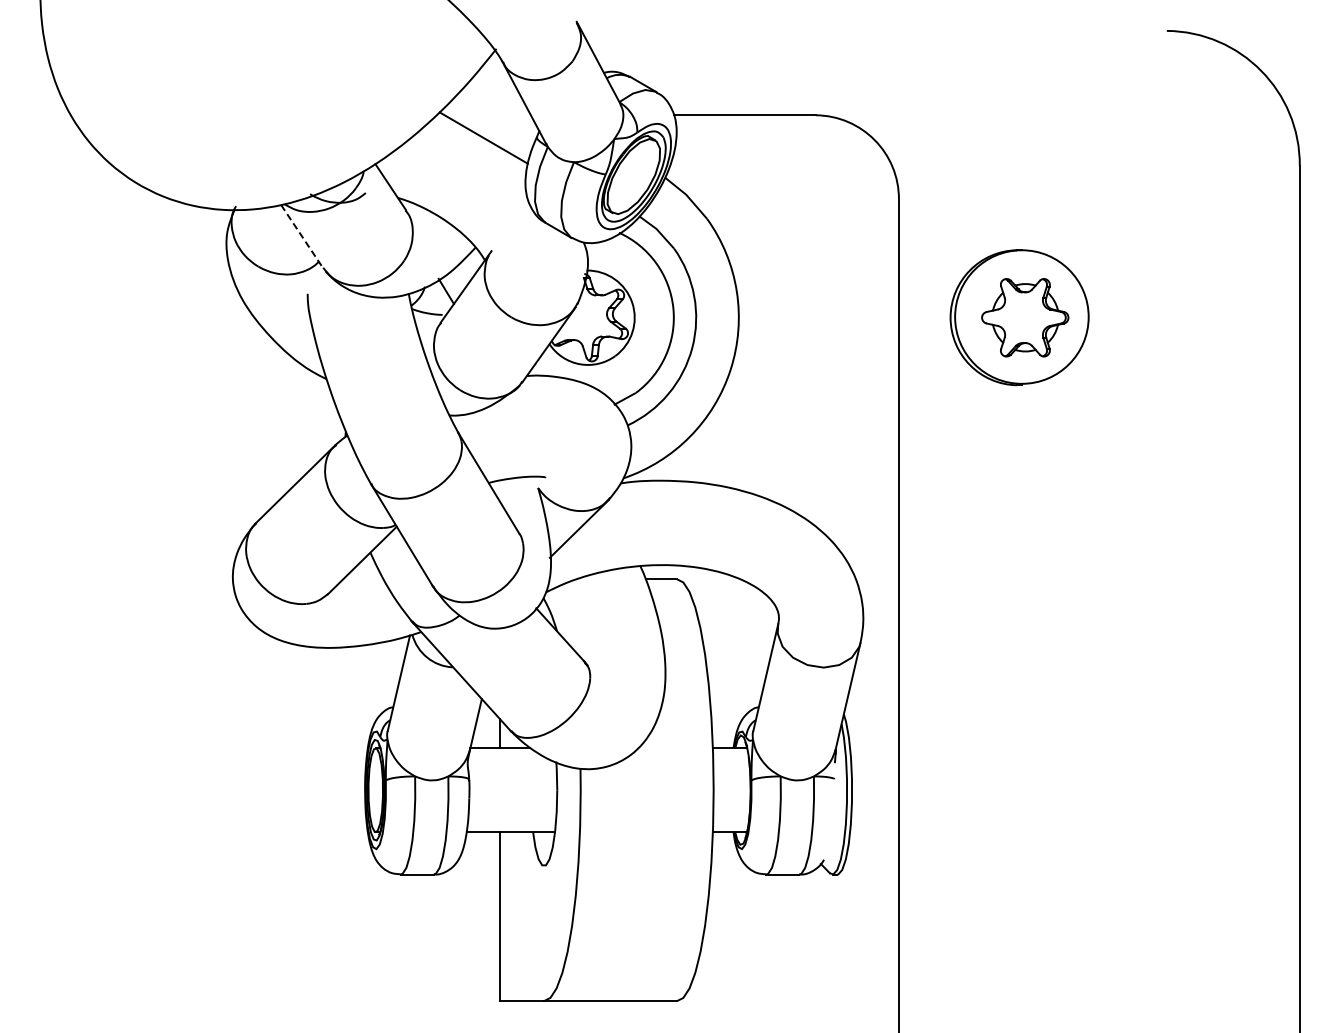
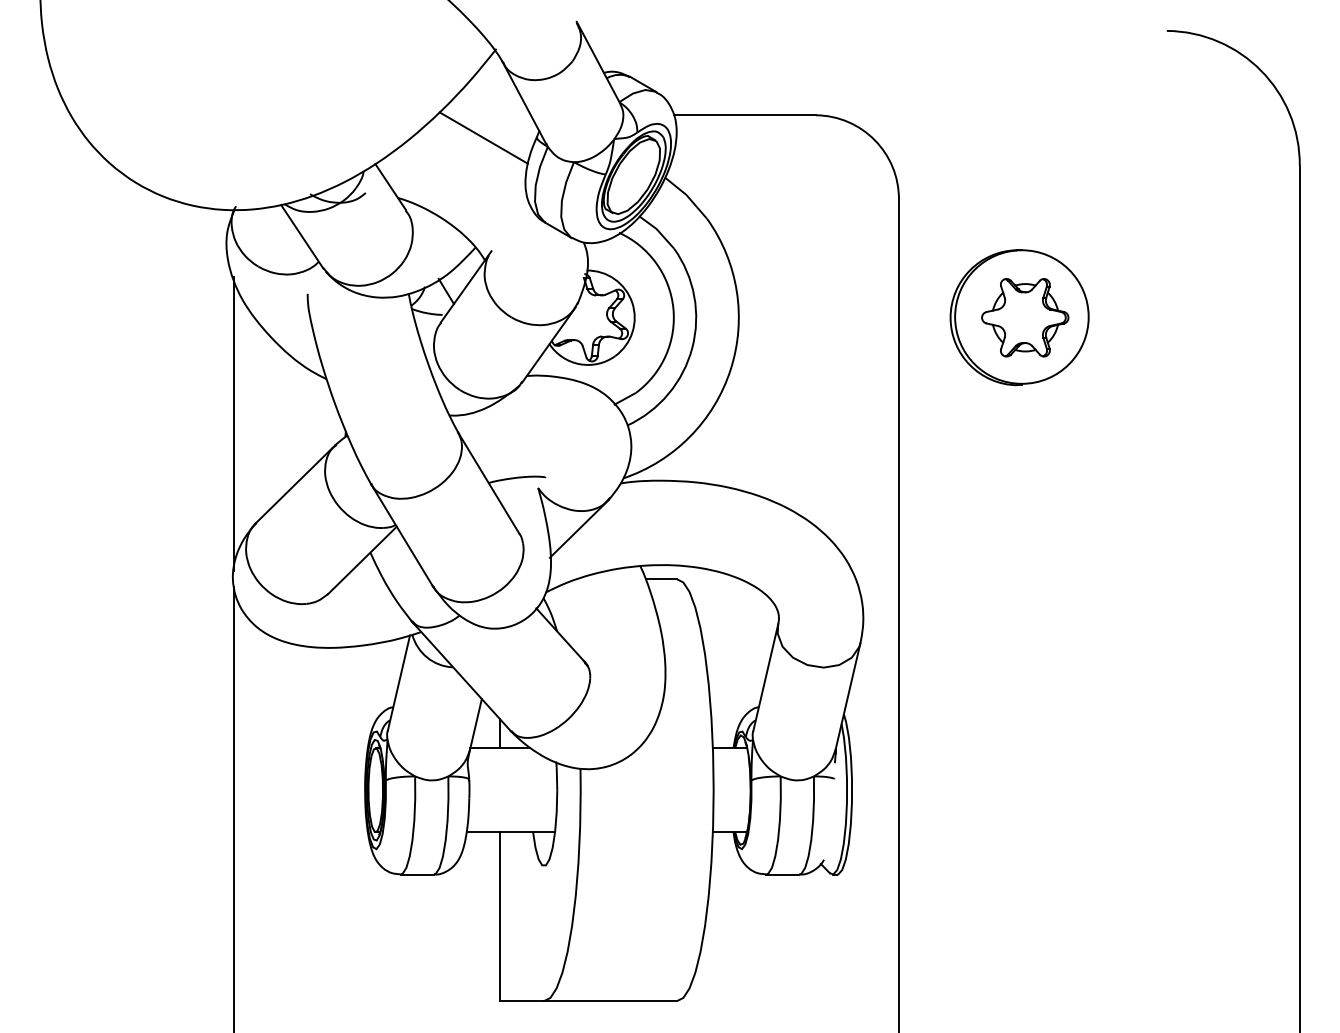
line at (302, 237): dashed -> solid
line at (234, 423): none -> present
line at (234, 808): none -> present
